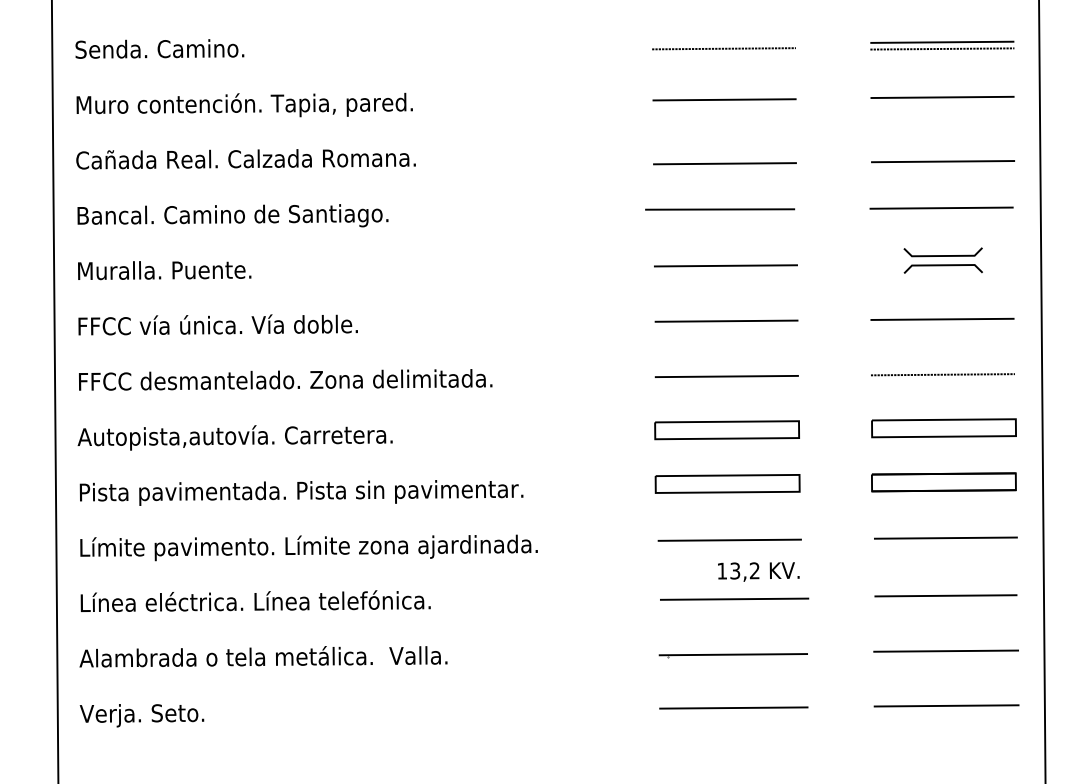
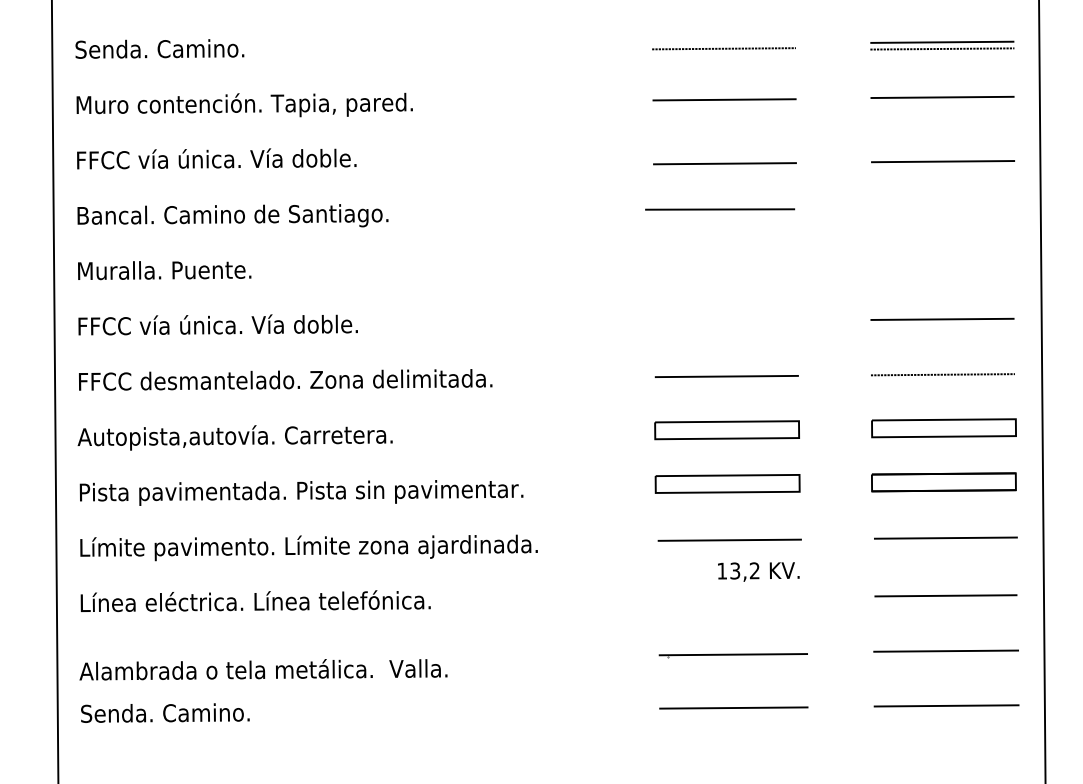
text at (245, 158): Cañada Real. Calzada Romana. -> FFCC vía única. Vía doble.
line at (941, 207): present -> none
part at (942, 260): present -> none
line at (725, 265): present -> none
line at (726, 320): present -> none
line at (734, 598): present -> none
text at (263, 656) position: (263, 656) -> (263, 669)
text at (164, 715): Verja. Seto. -> Senda. Camino.
